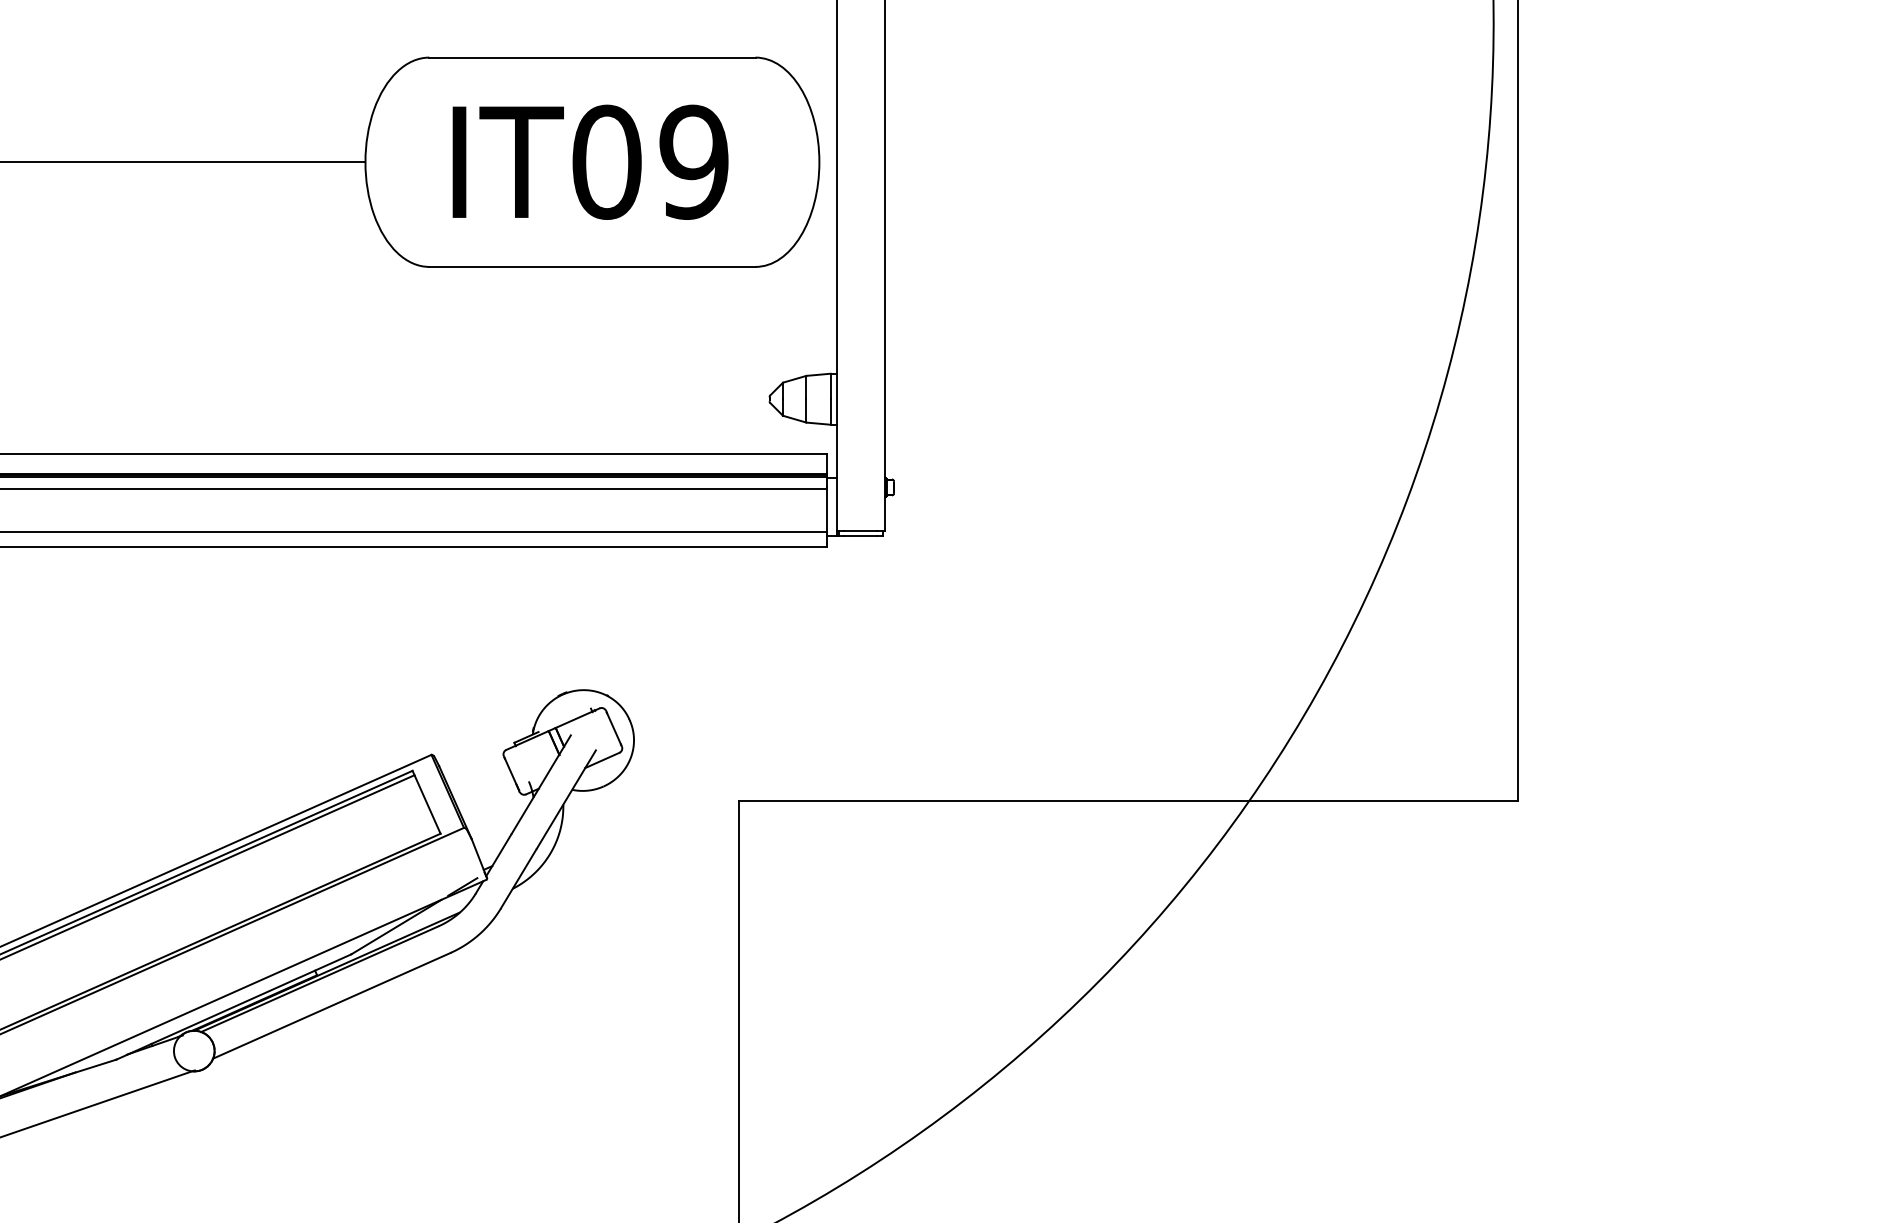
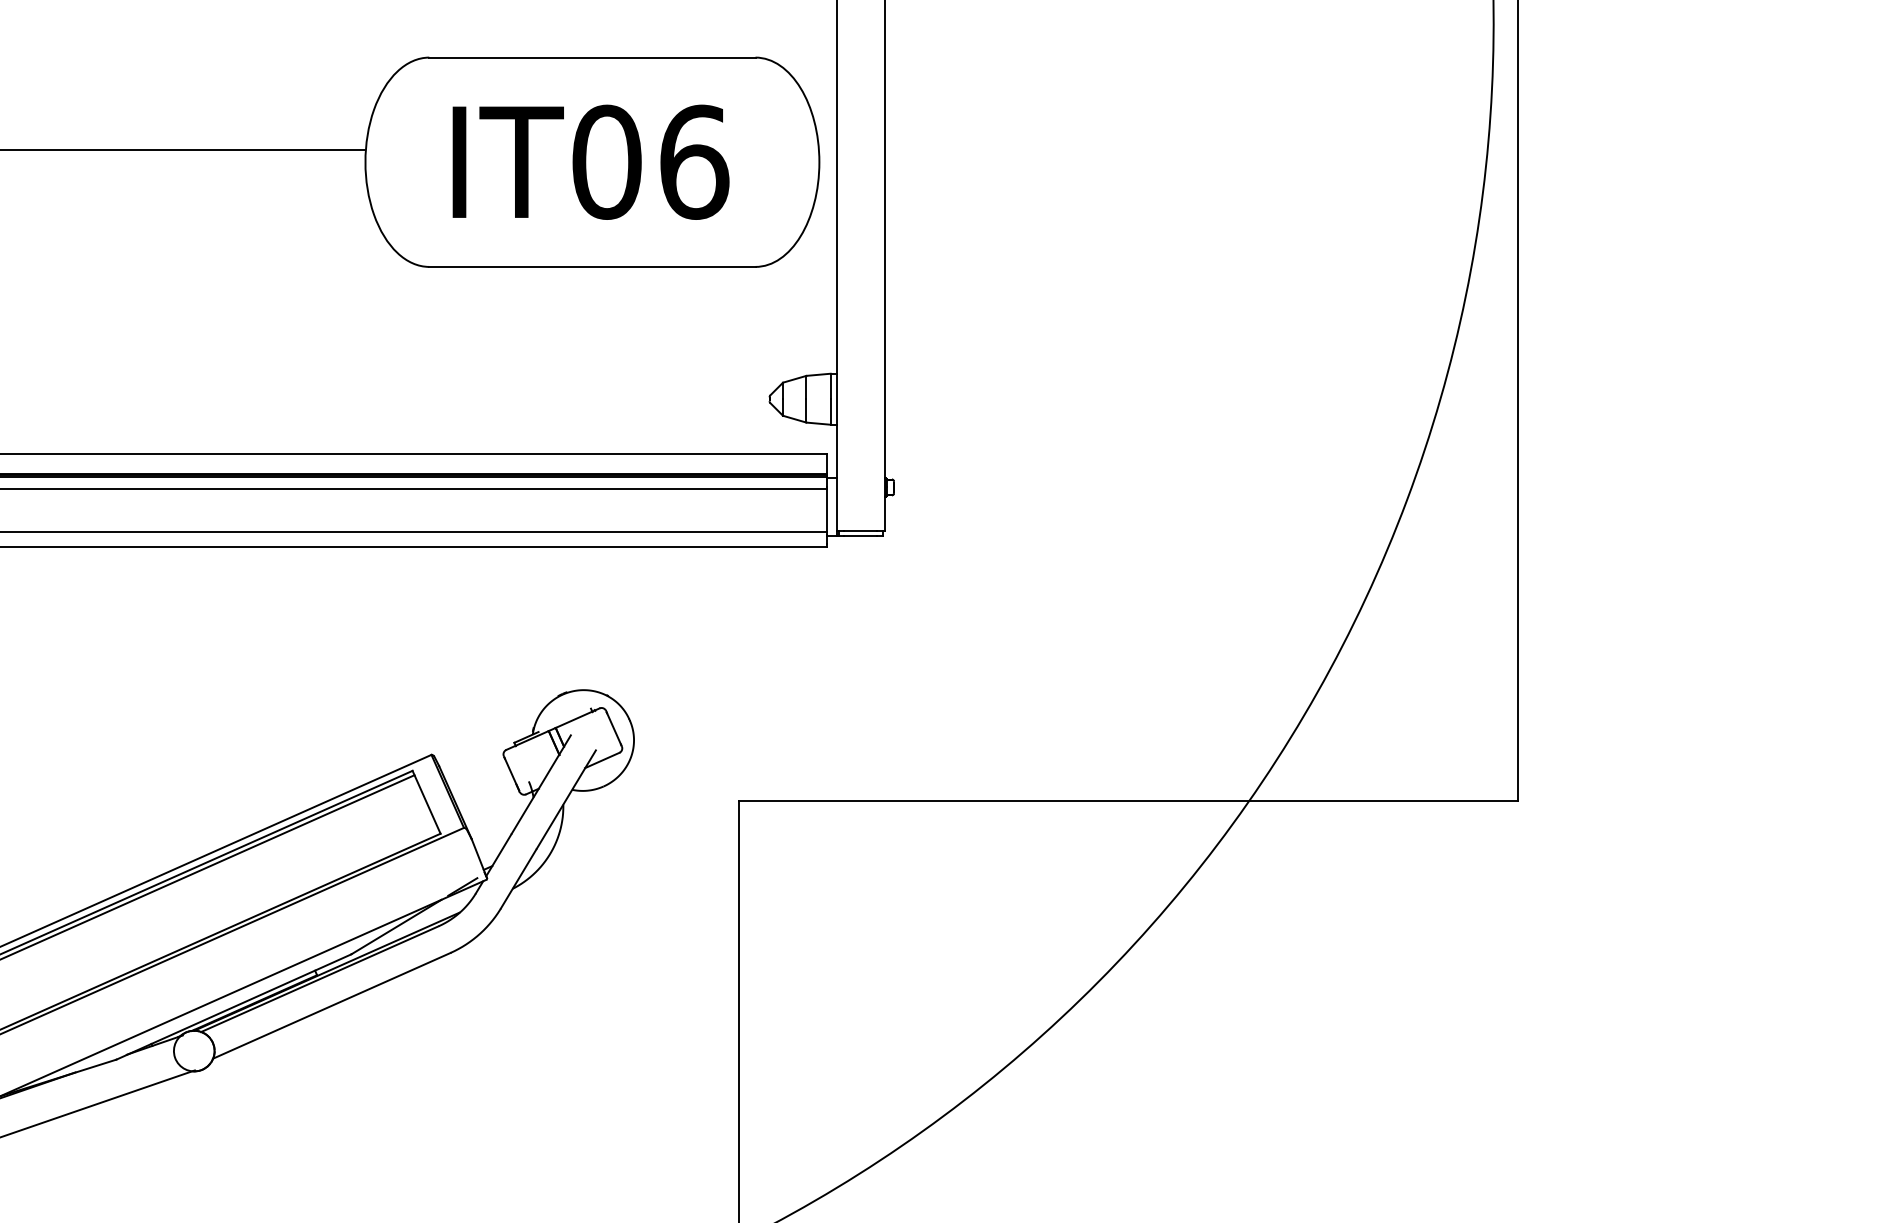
text at (694, 161): IT09 -> IT06
line at (183, 162) position: (183, 162) -> (183, 150)
